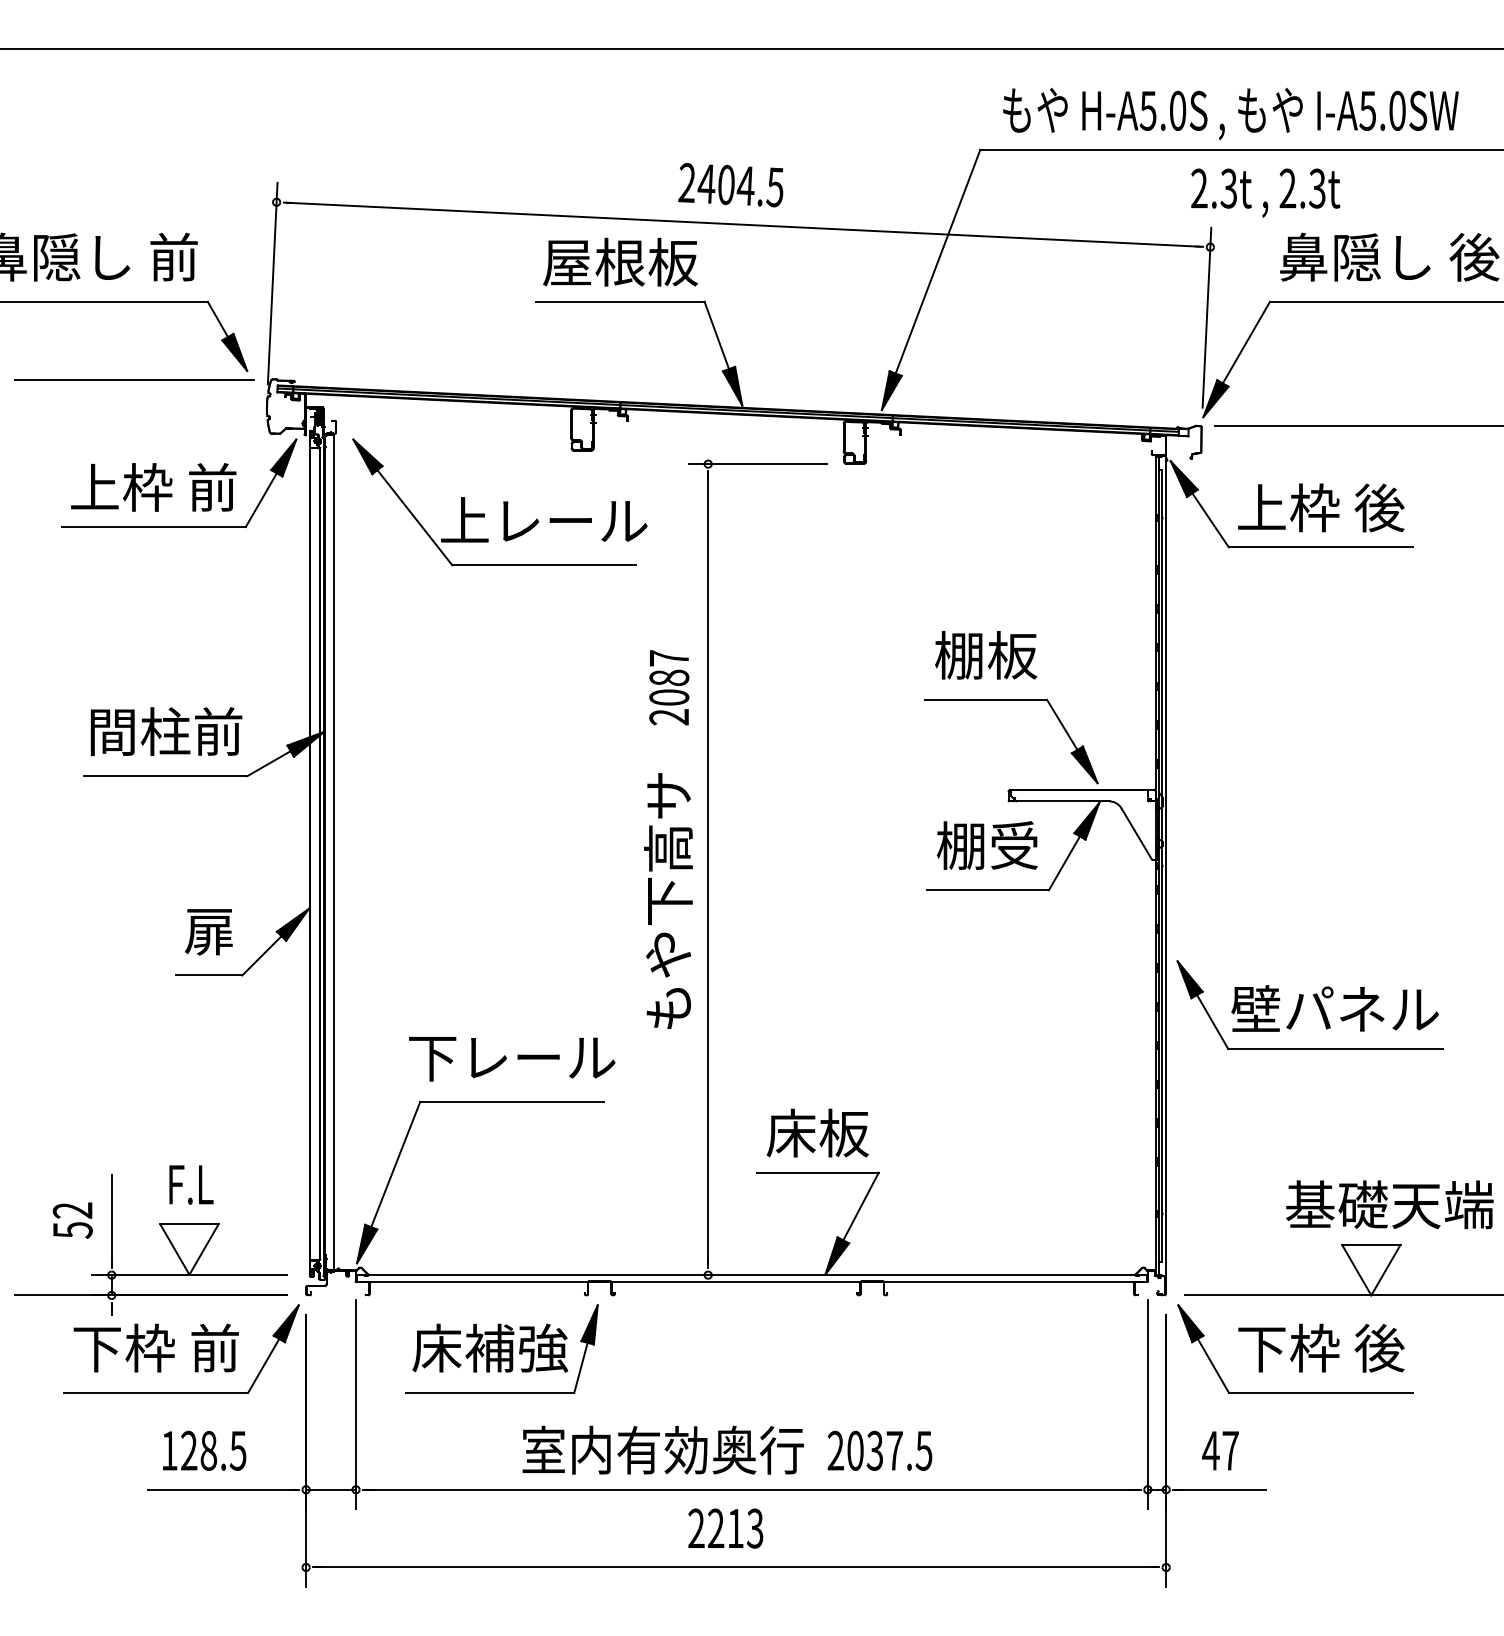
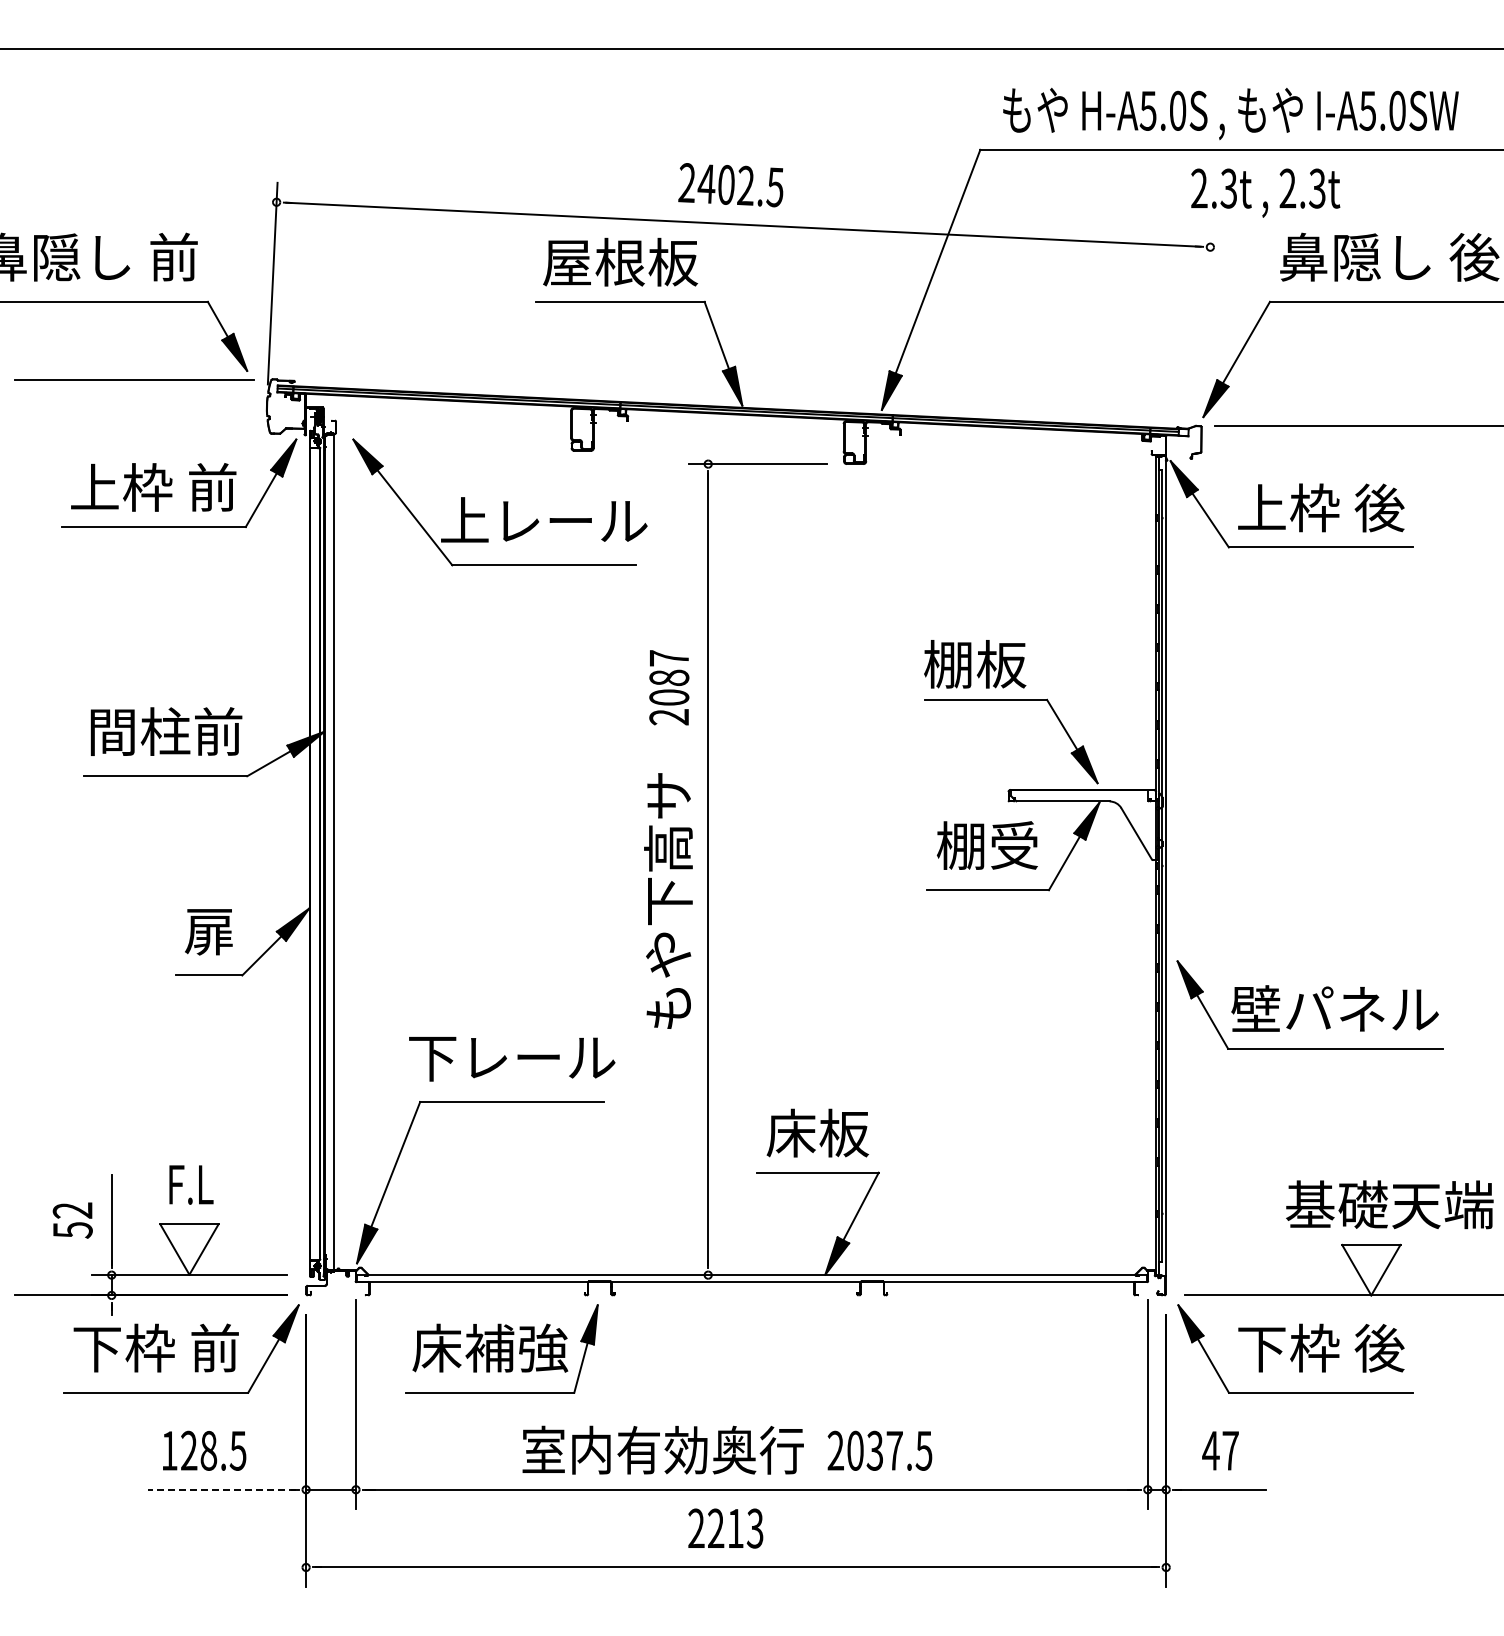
text at (745, 185): 2404.5 -> 2402.5
line at (1206, 317): present -> none
text at (986, 655) position: (986, 655) -> (975, 664)
line at (221, 1489): solid -> dashed
